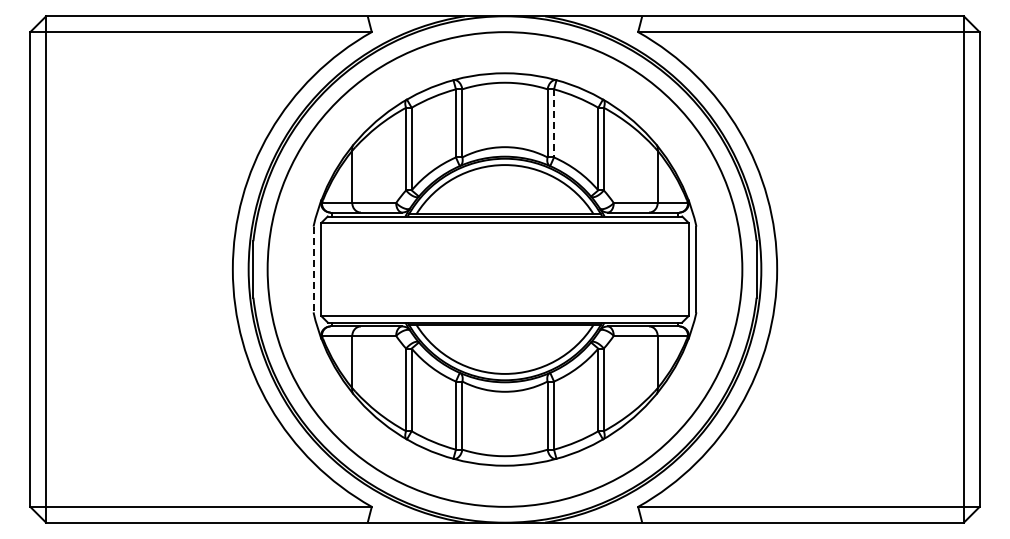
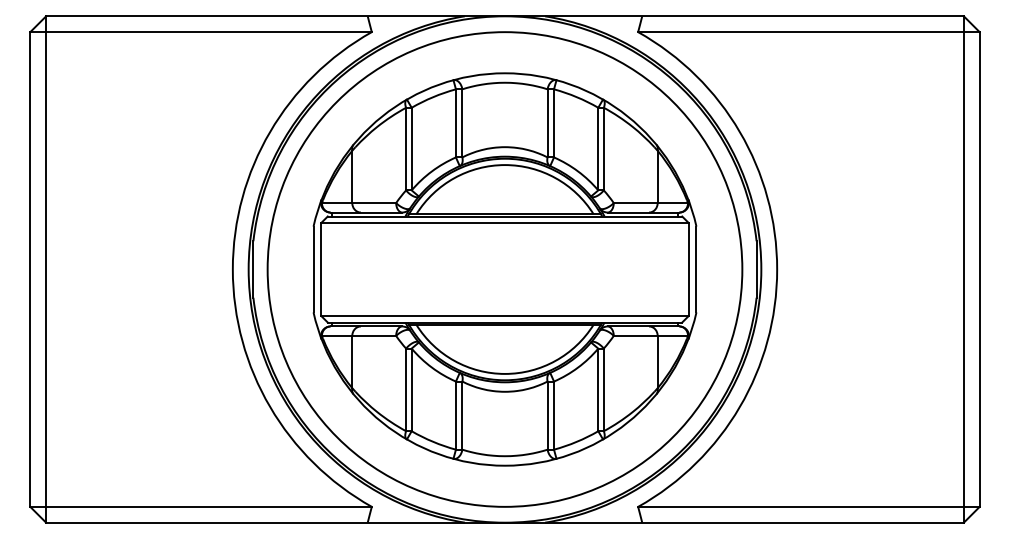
line at (554, 123): dashed -> solid
line at (313, 269): dashed -> solid
